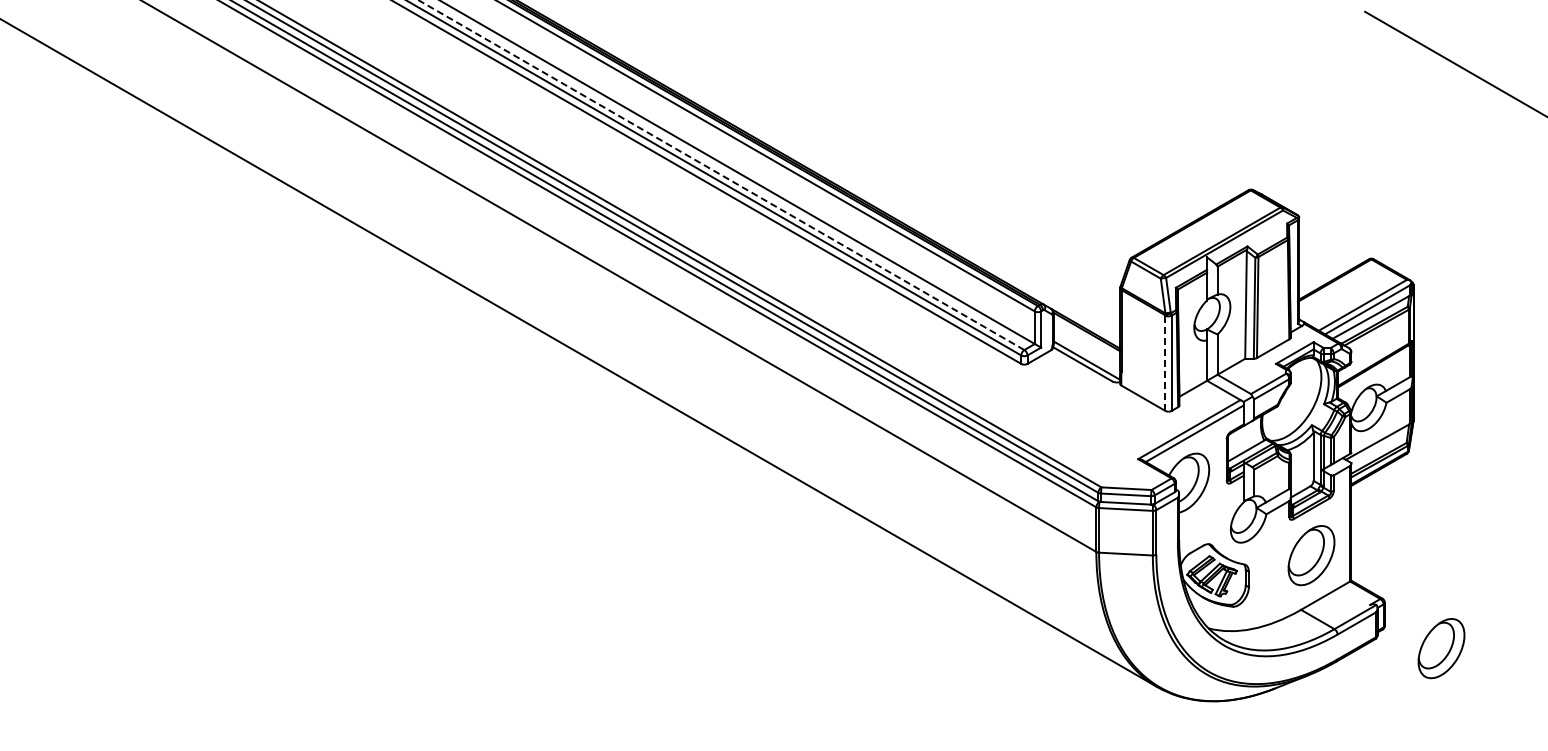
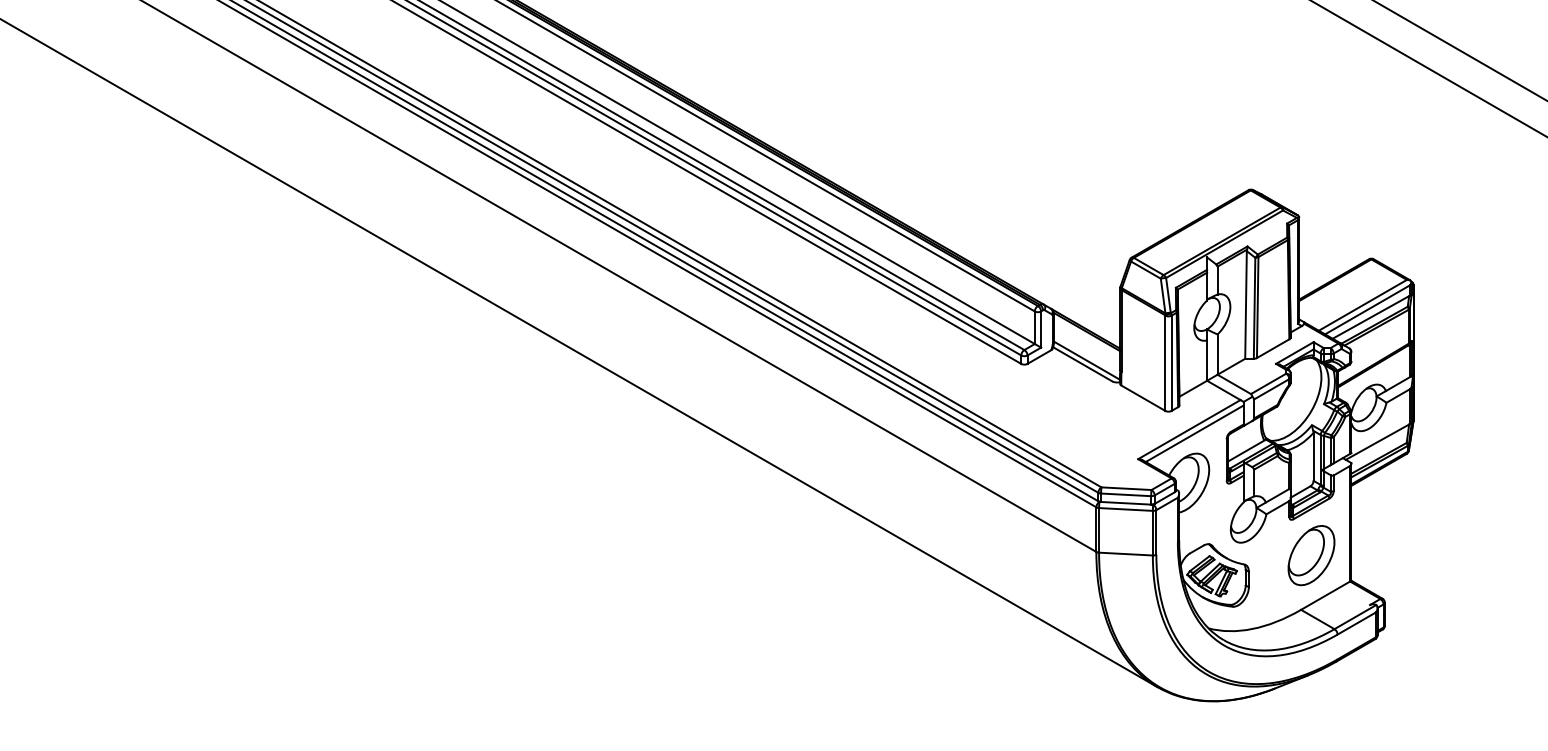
line at (1454, 63) position: (1454, 63) -> (1460, 50)
line at (1428, 68): none -> present
line at (721, 175): dashed -> solid
line at (1165, 363): dashed -> solid
part at (1441, 648): present -> none
